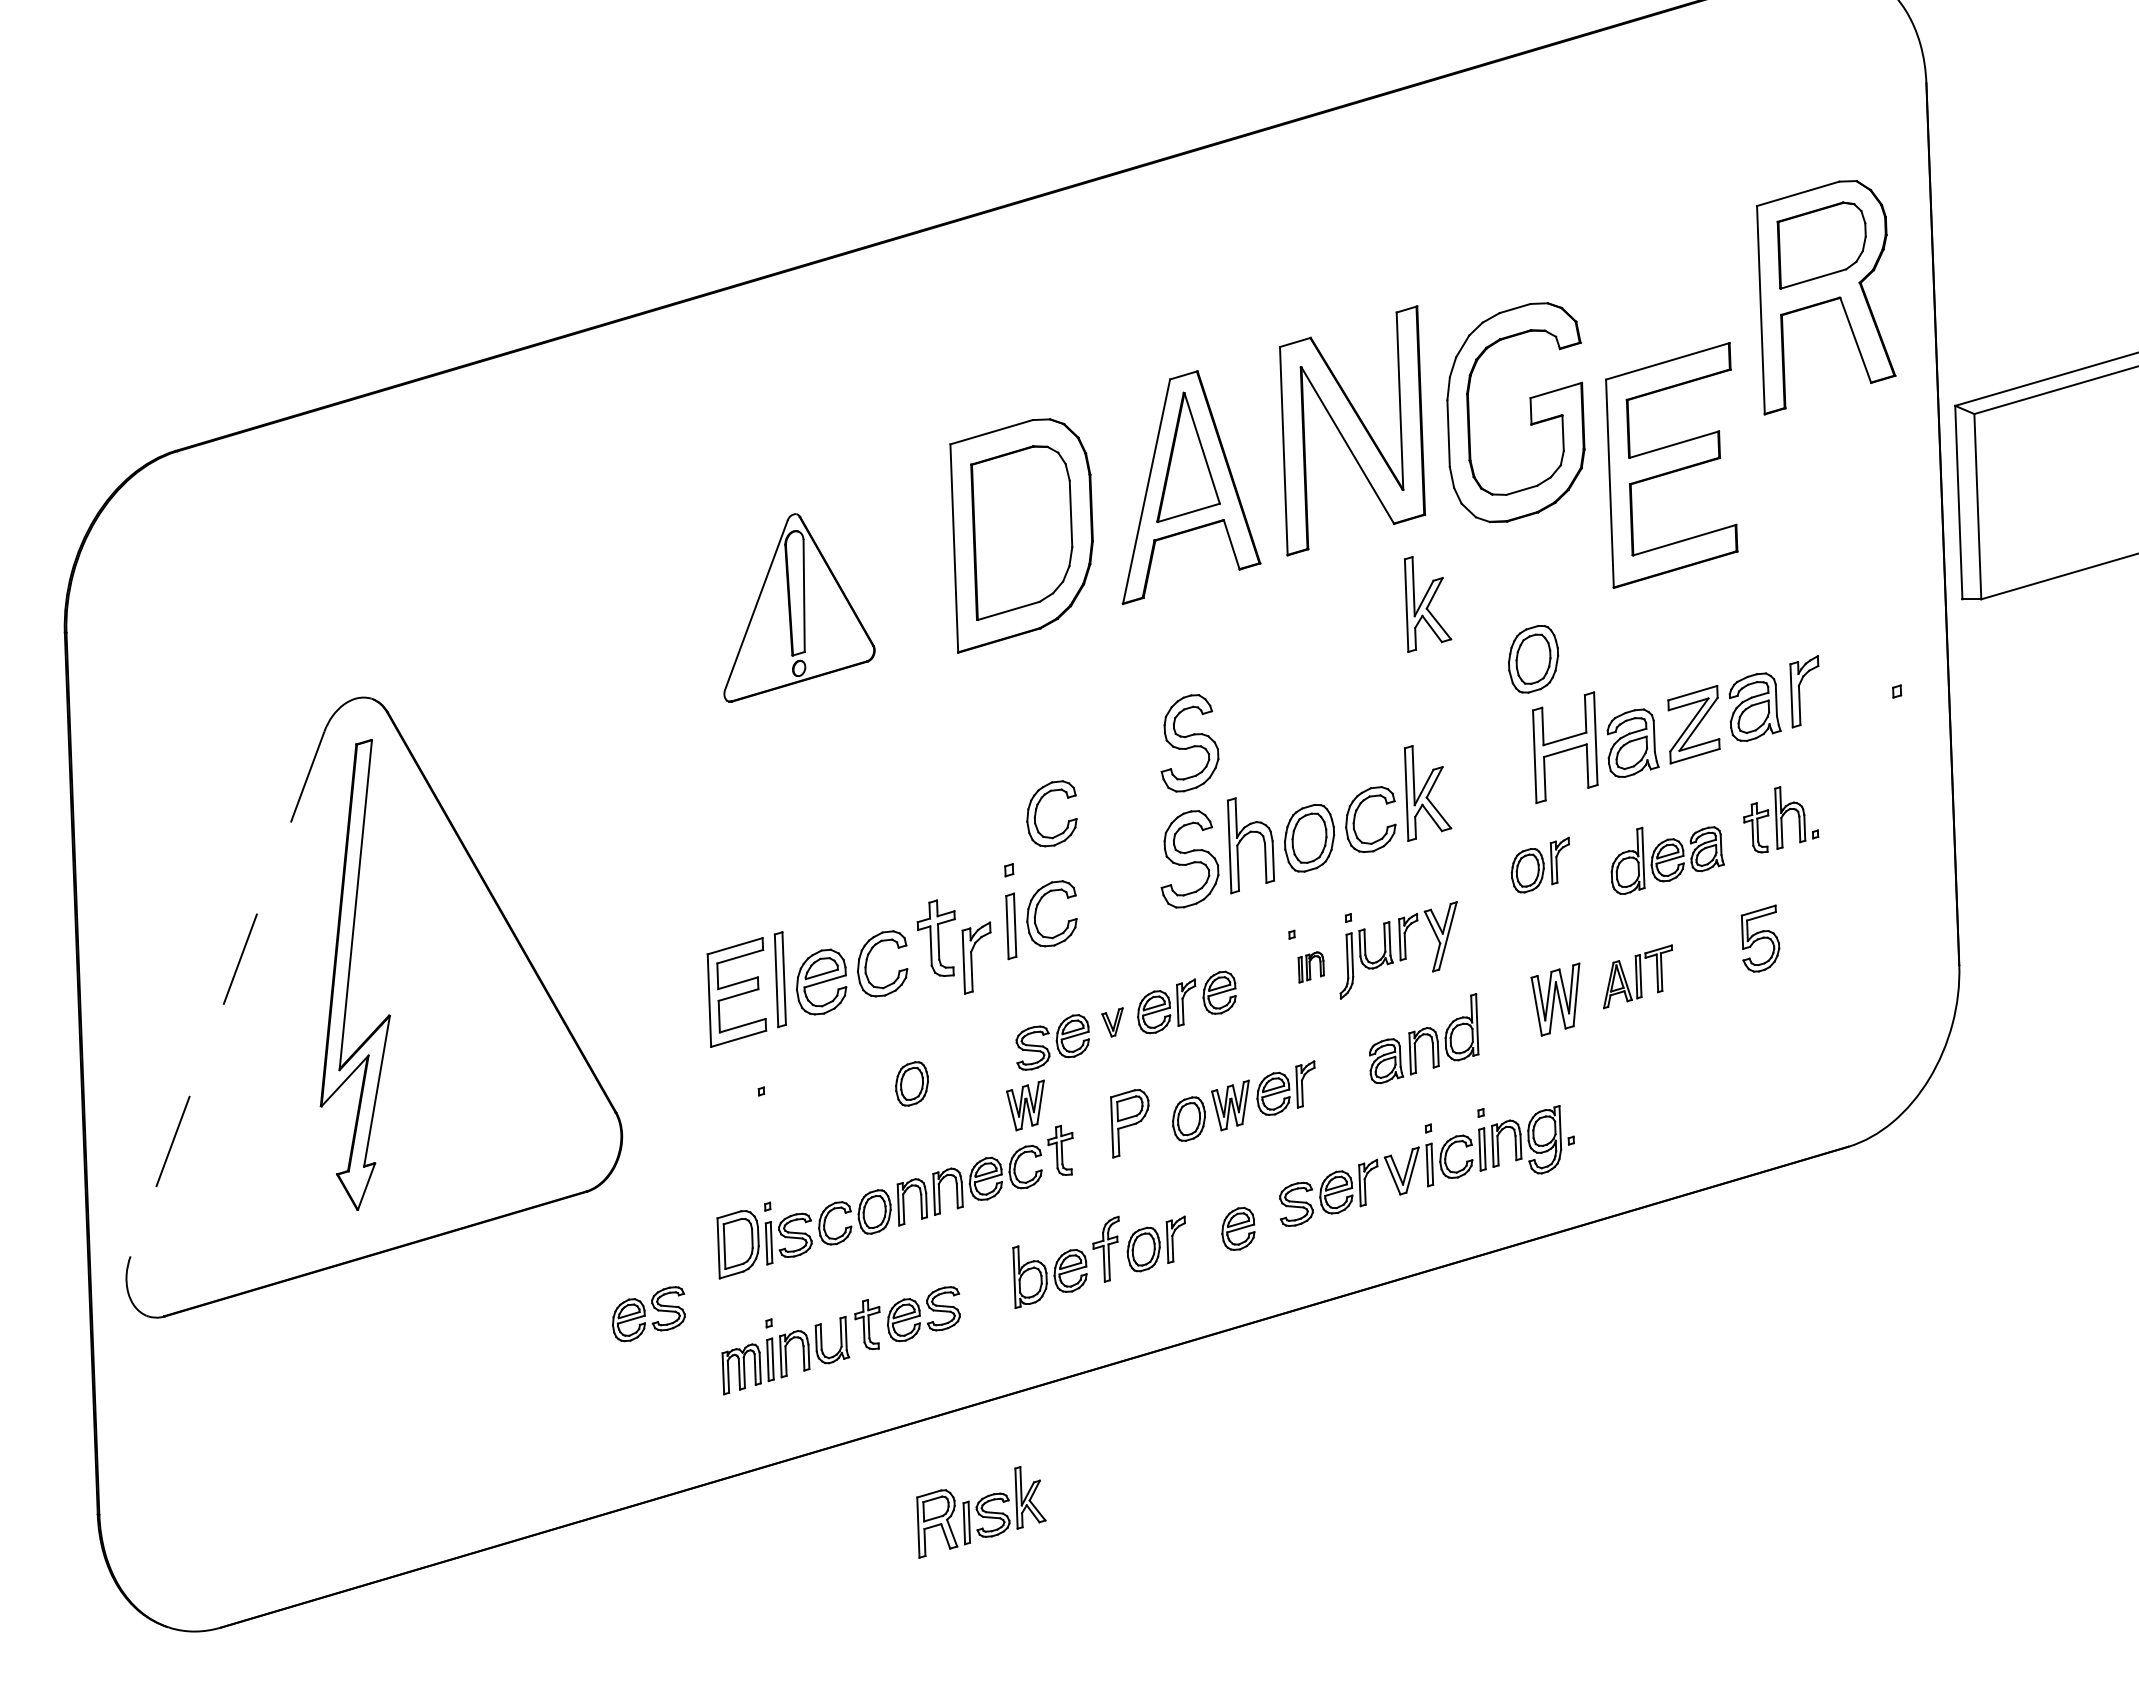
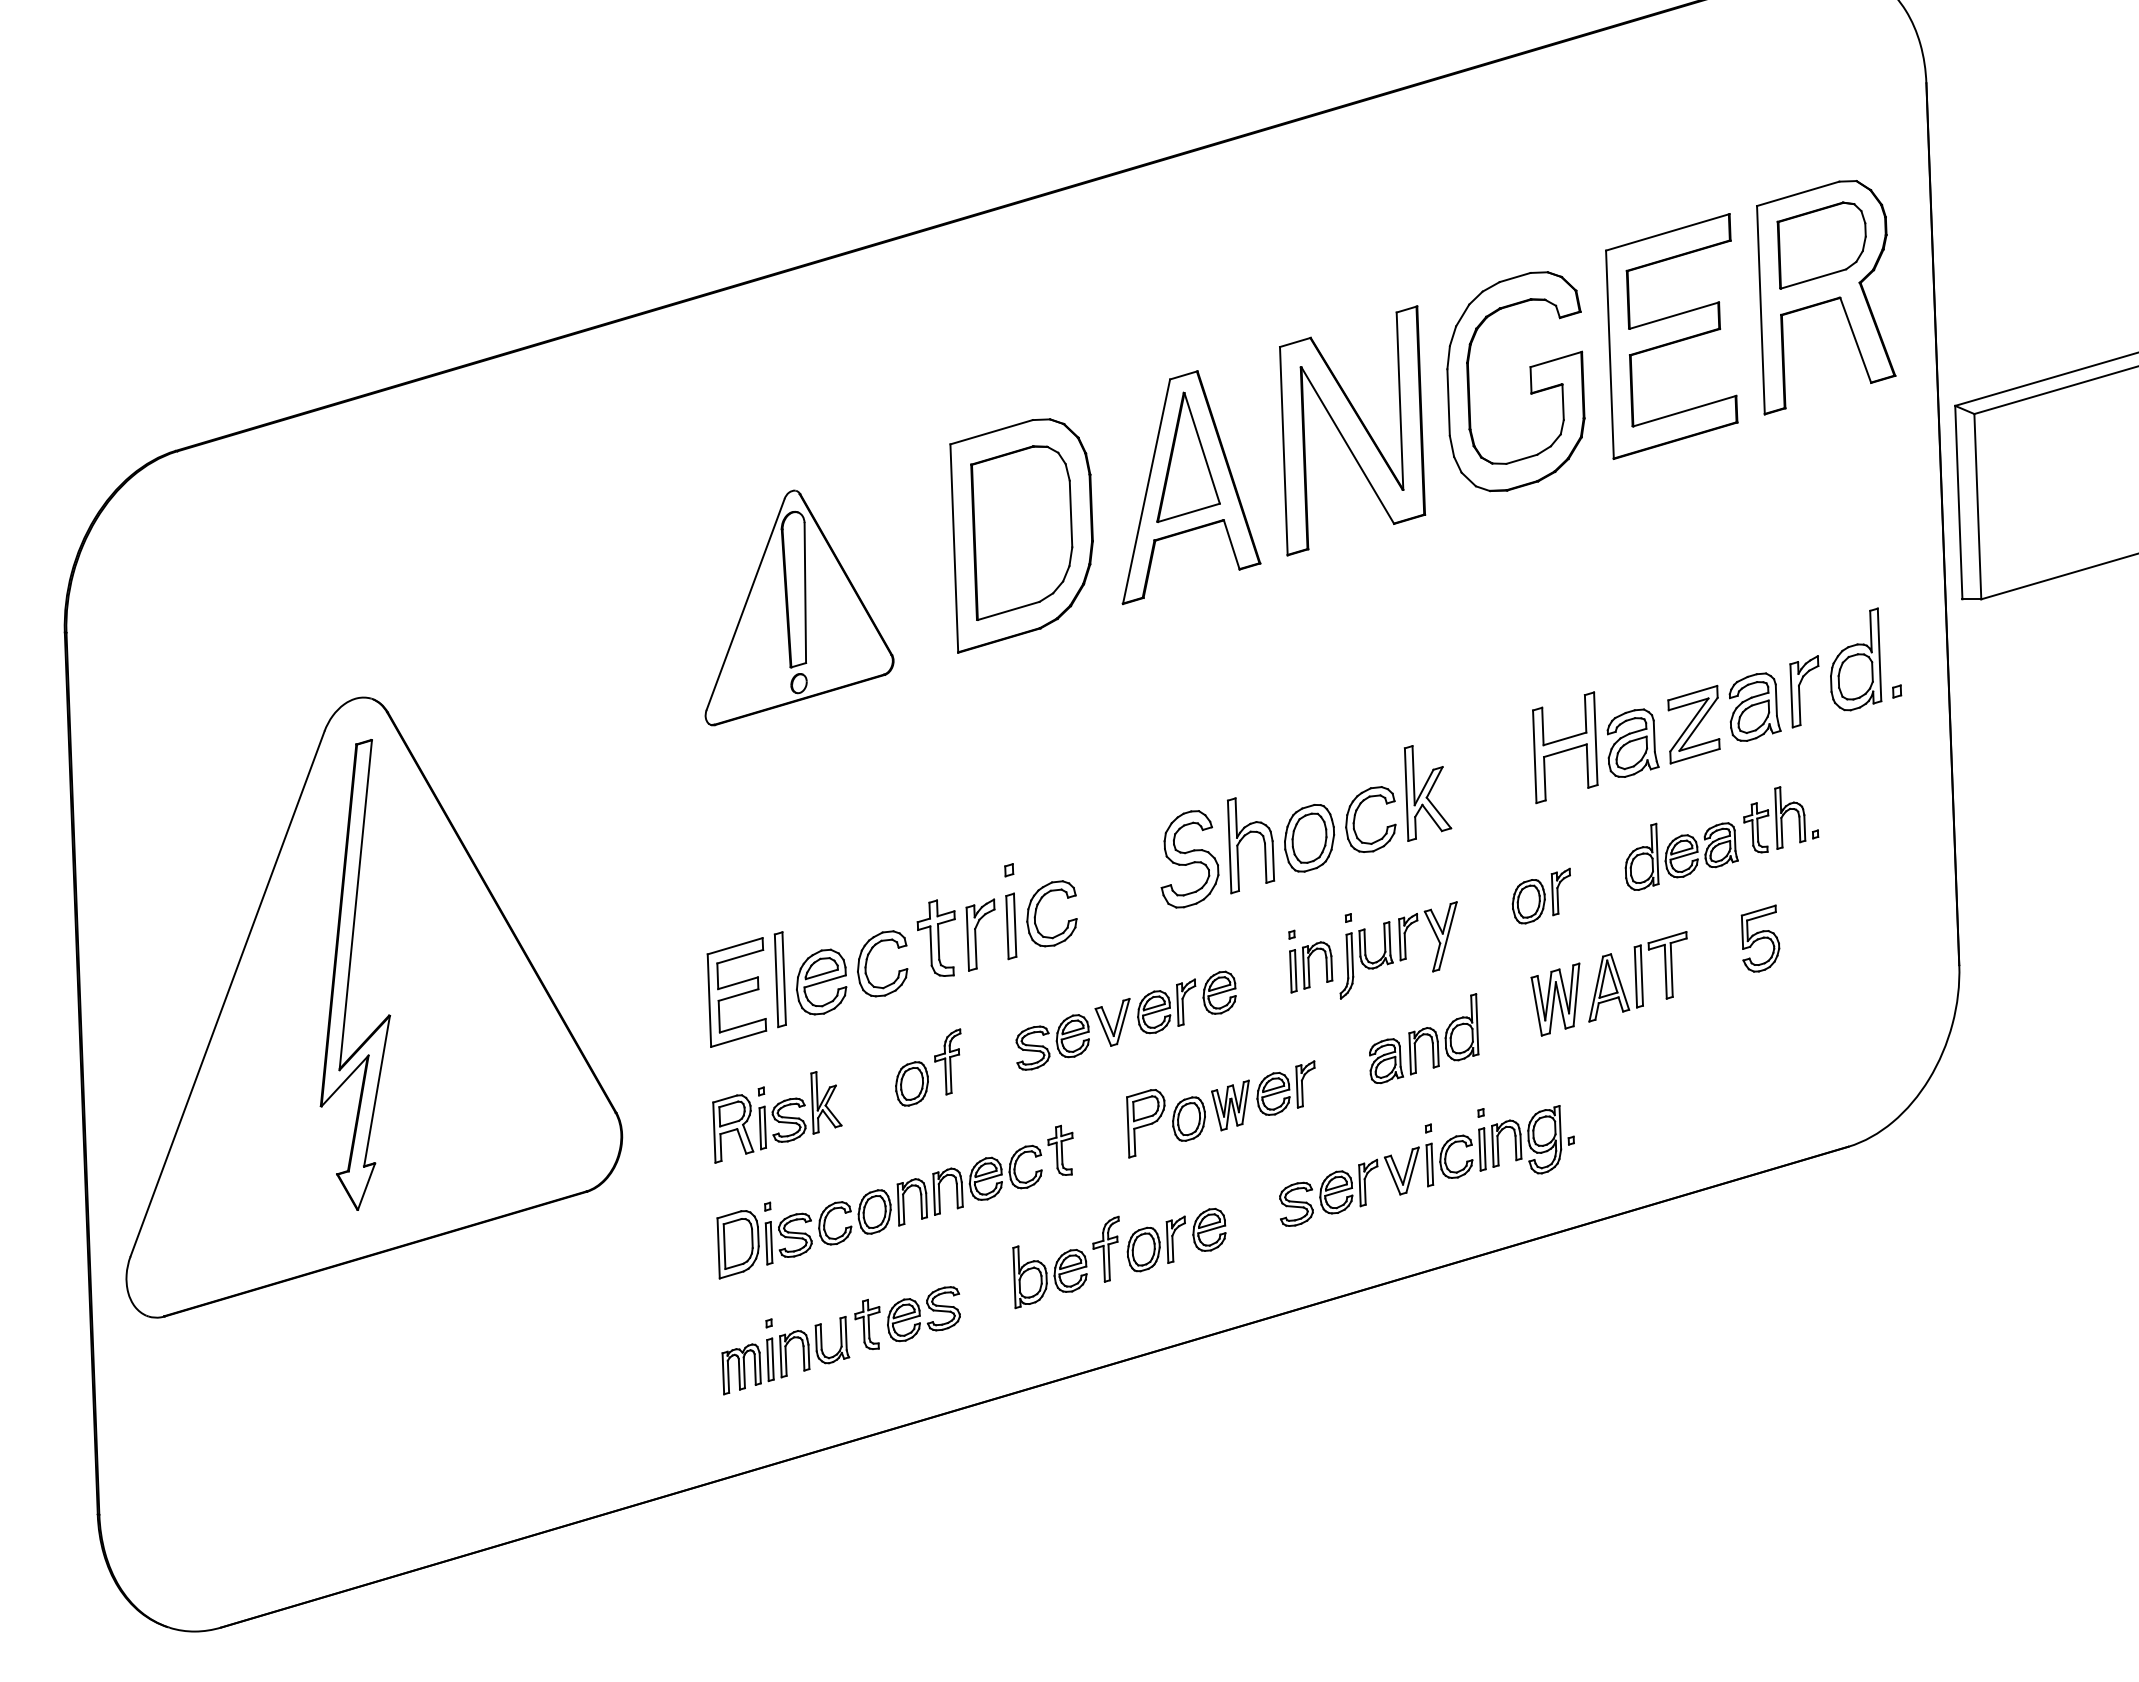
part at (1530, 412) position: (1530, 412) -> (1530, 381)
part at (1671, 465) position: (1671, 465) -> (1671, 336)
part at (1427, 604): present -> none
part at (799, 607) size: 153x190 px -> 191x238 px
part at (1533, 659): present -> none
part at (1856, 659): none -> present
part at (1189, 743): present -> none
part at (1037, 809): present -> none
part at (1667, 860) position: (1667, 860) -> (1681, 856)
part at (1539, 864) position: (1539, 864) -> (1540, 895)
part at (976, 957) position: (976, 957) -> (980, 934)
part at (1310, 967) size: 28x33 px -> 45x53 px
part at (1637, 976) size: 70x66 px -> 100x92 px
line at (227, 993): dashed -> solid
part at (1112, 1022) size: 23x31 px -> 37x49 px
part at (947, 1061): none -> present
part at (1025, 1105): present -> none
part at (1129, 1123) position: (1129, 1123) -> (1145, 1123)
part at (1238, 1228) position: (1238, 1228) -> (1209, 1229)
part at (648, 1314): present -> none
part at (981, 1512) position: (981, 1512) -> (777, 1117)
